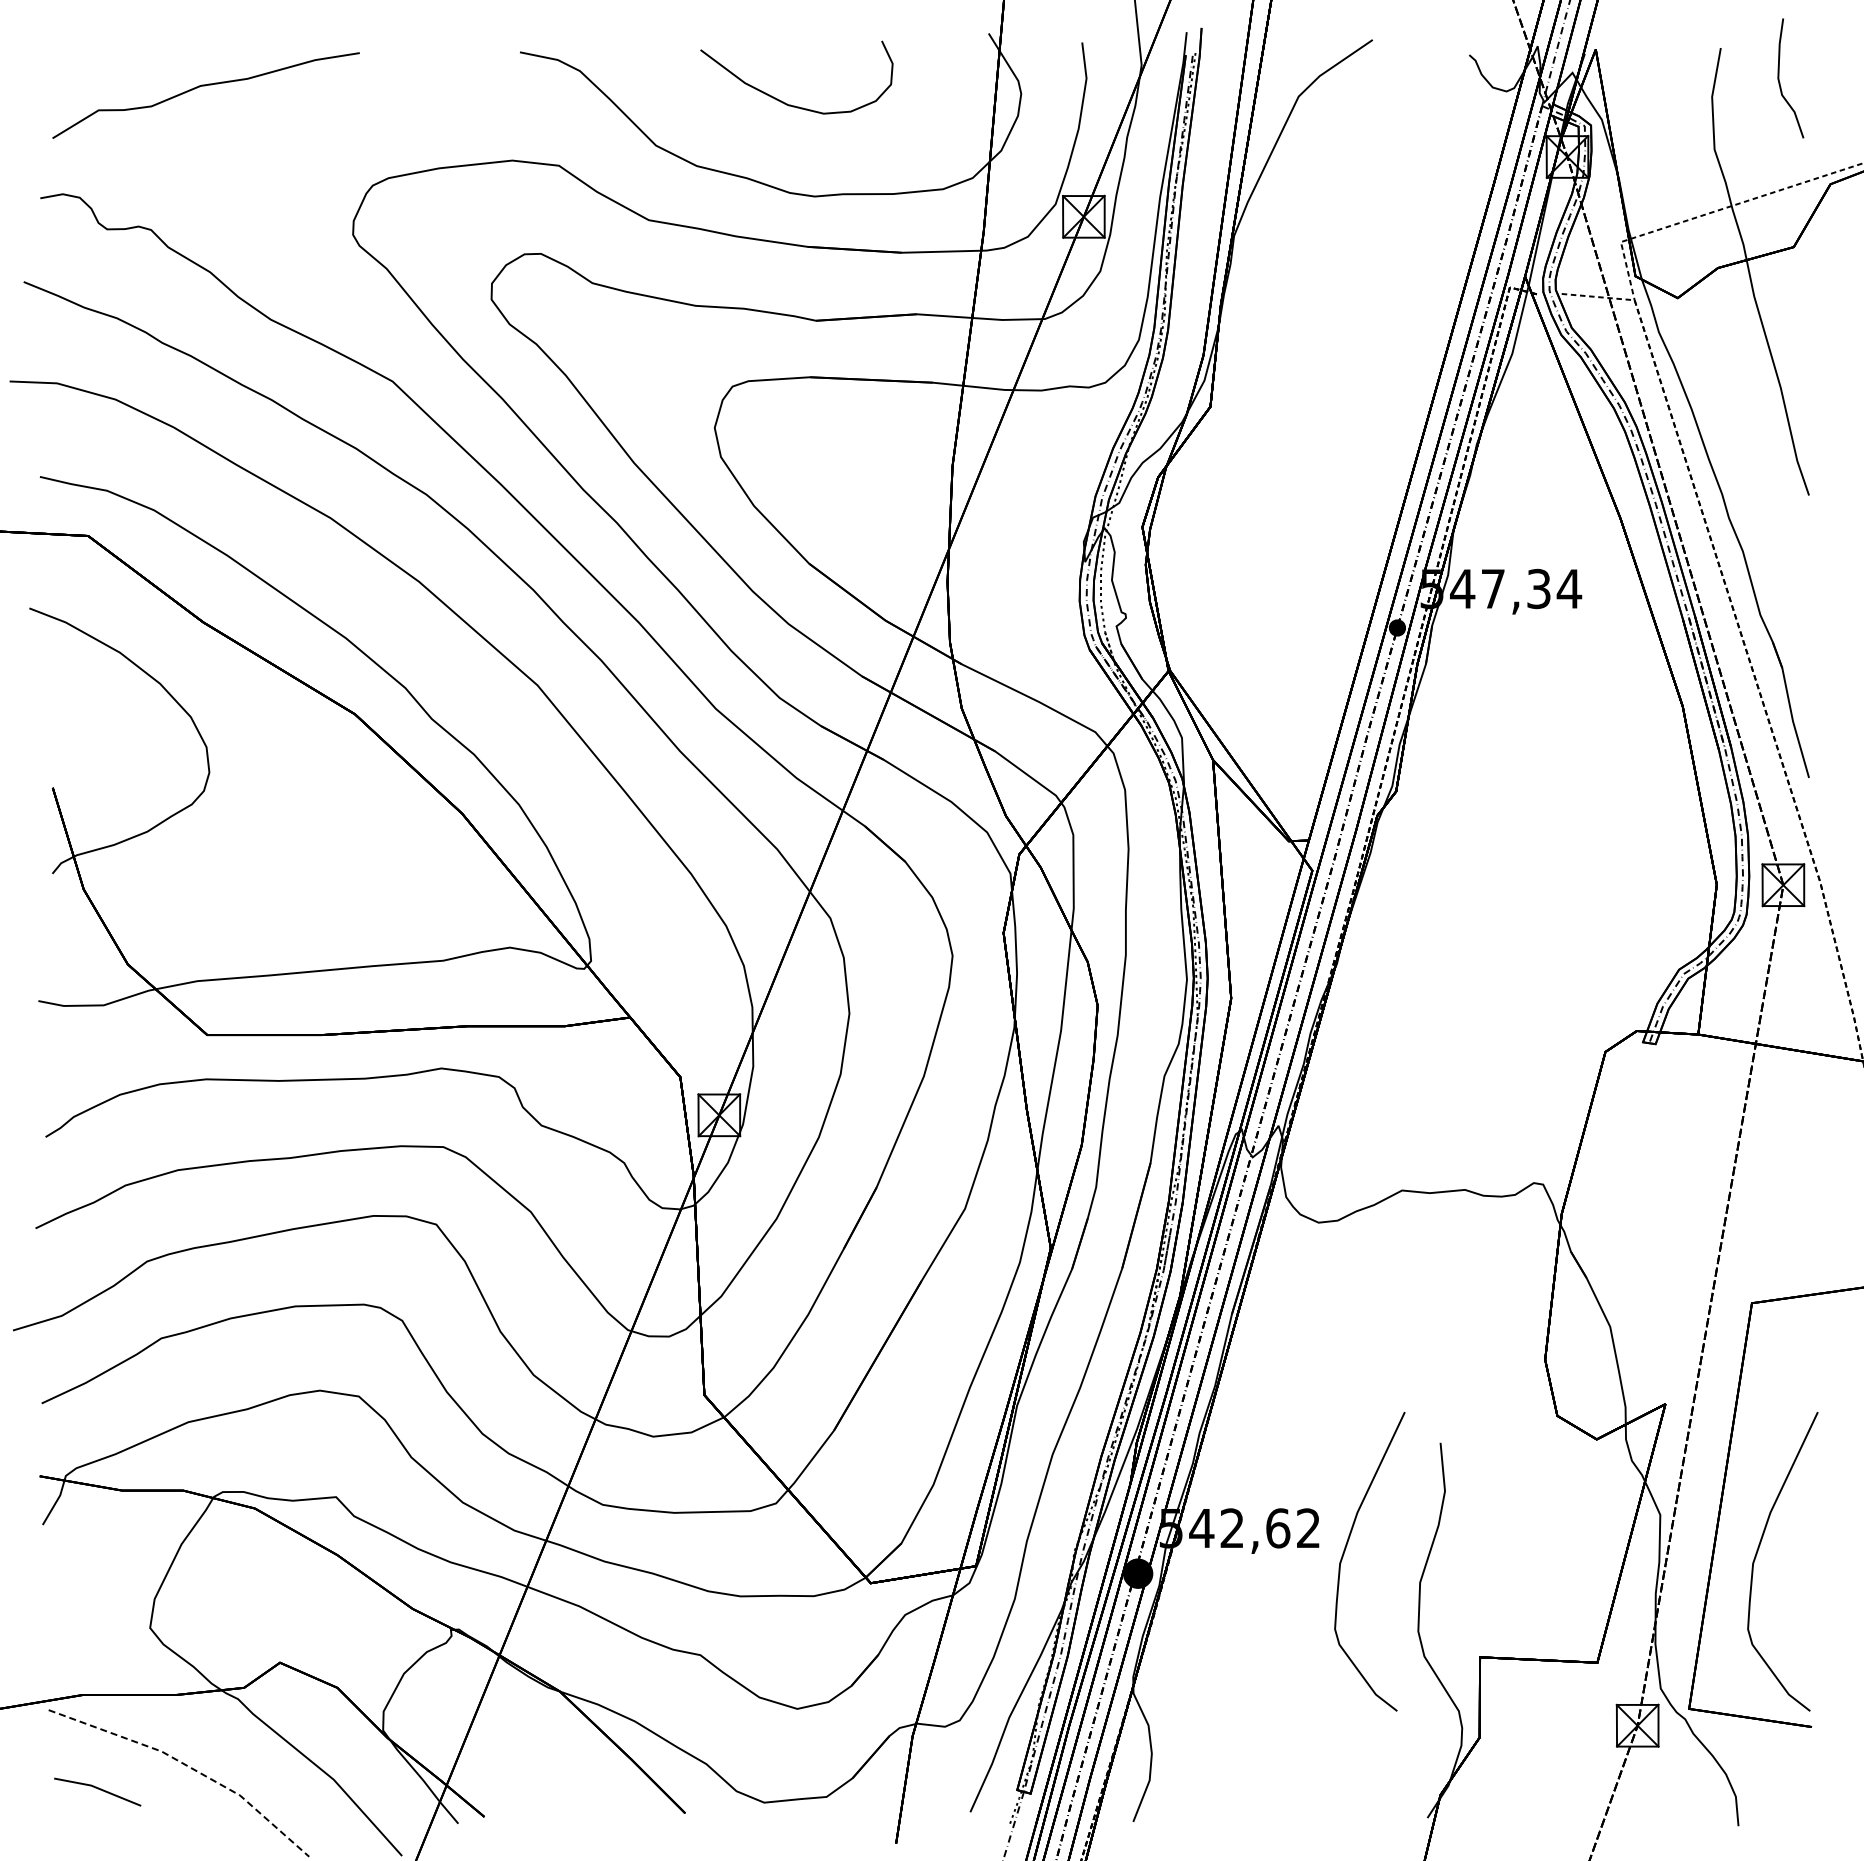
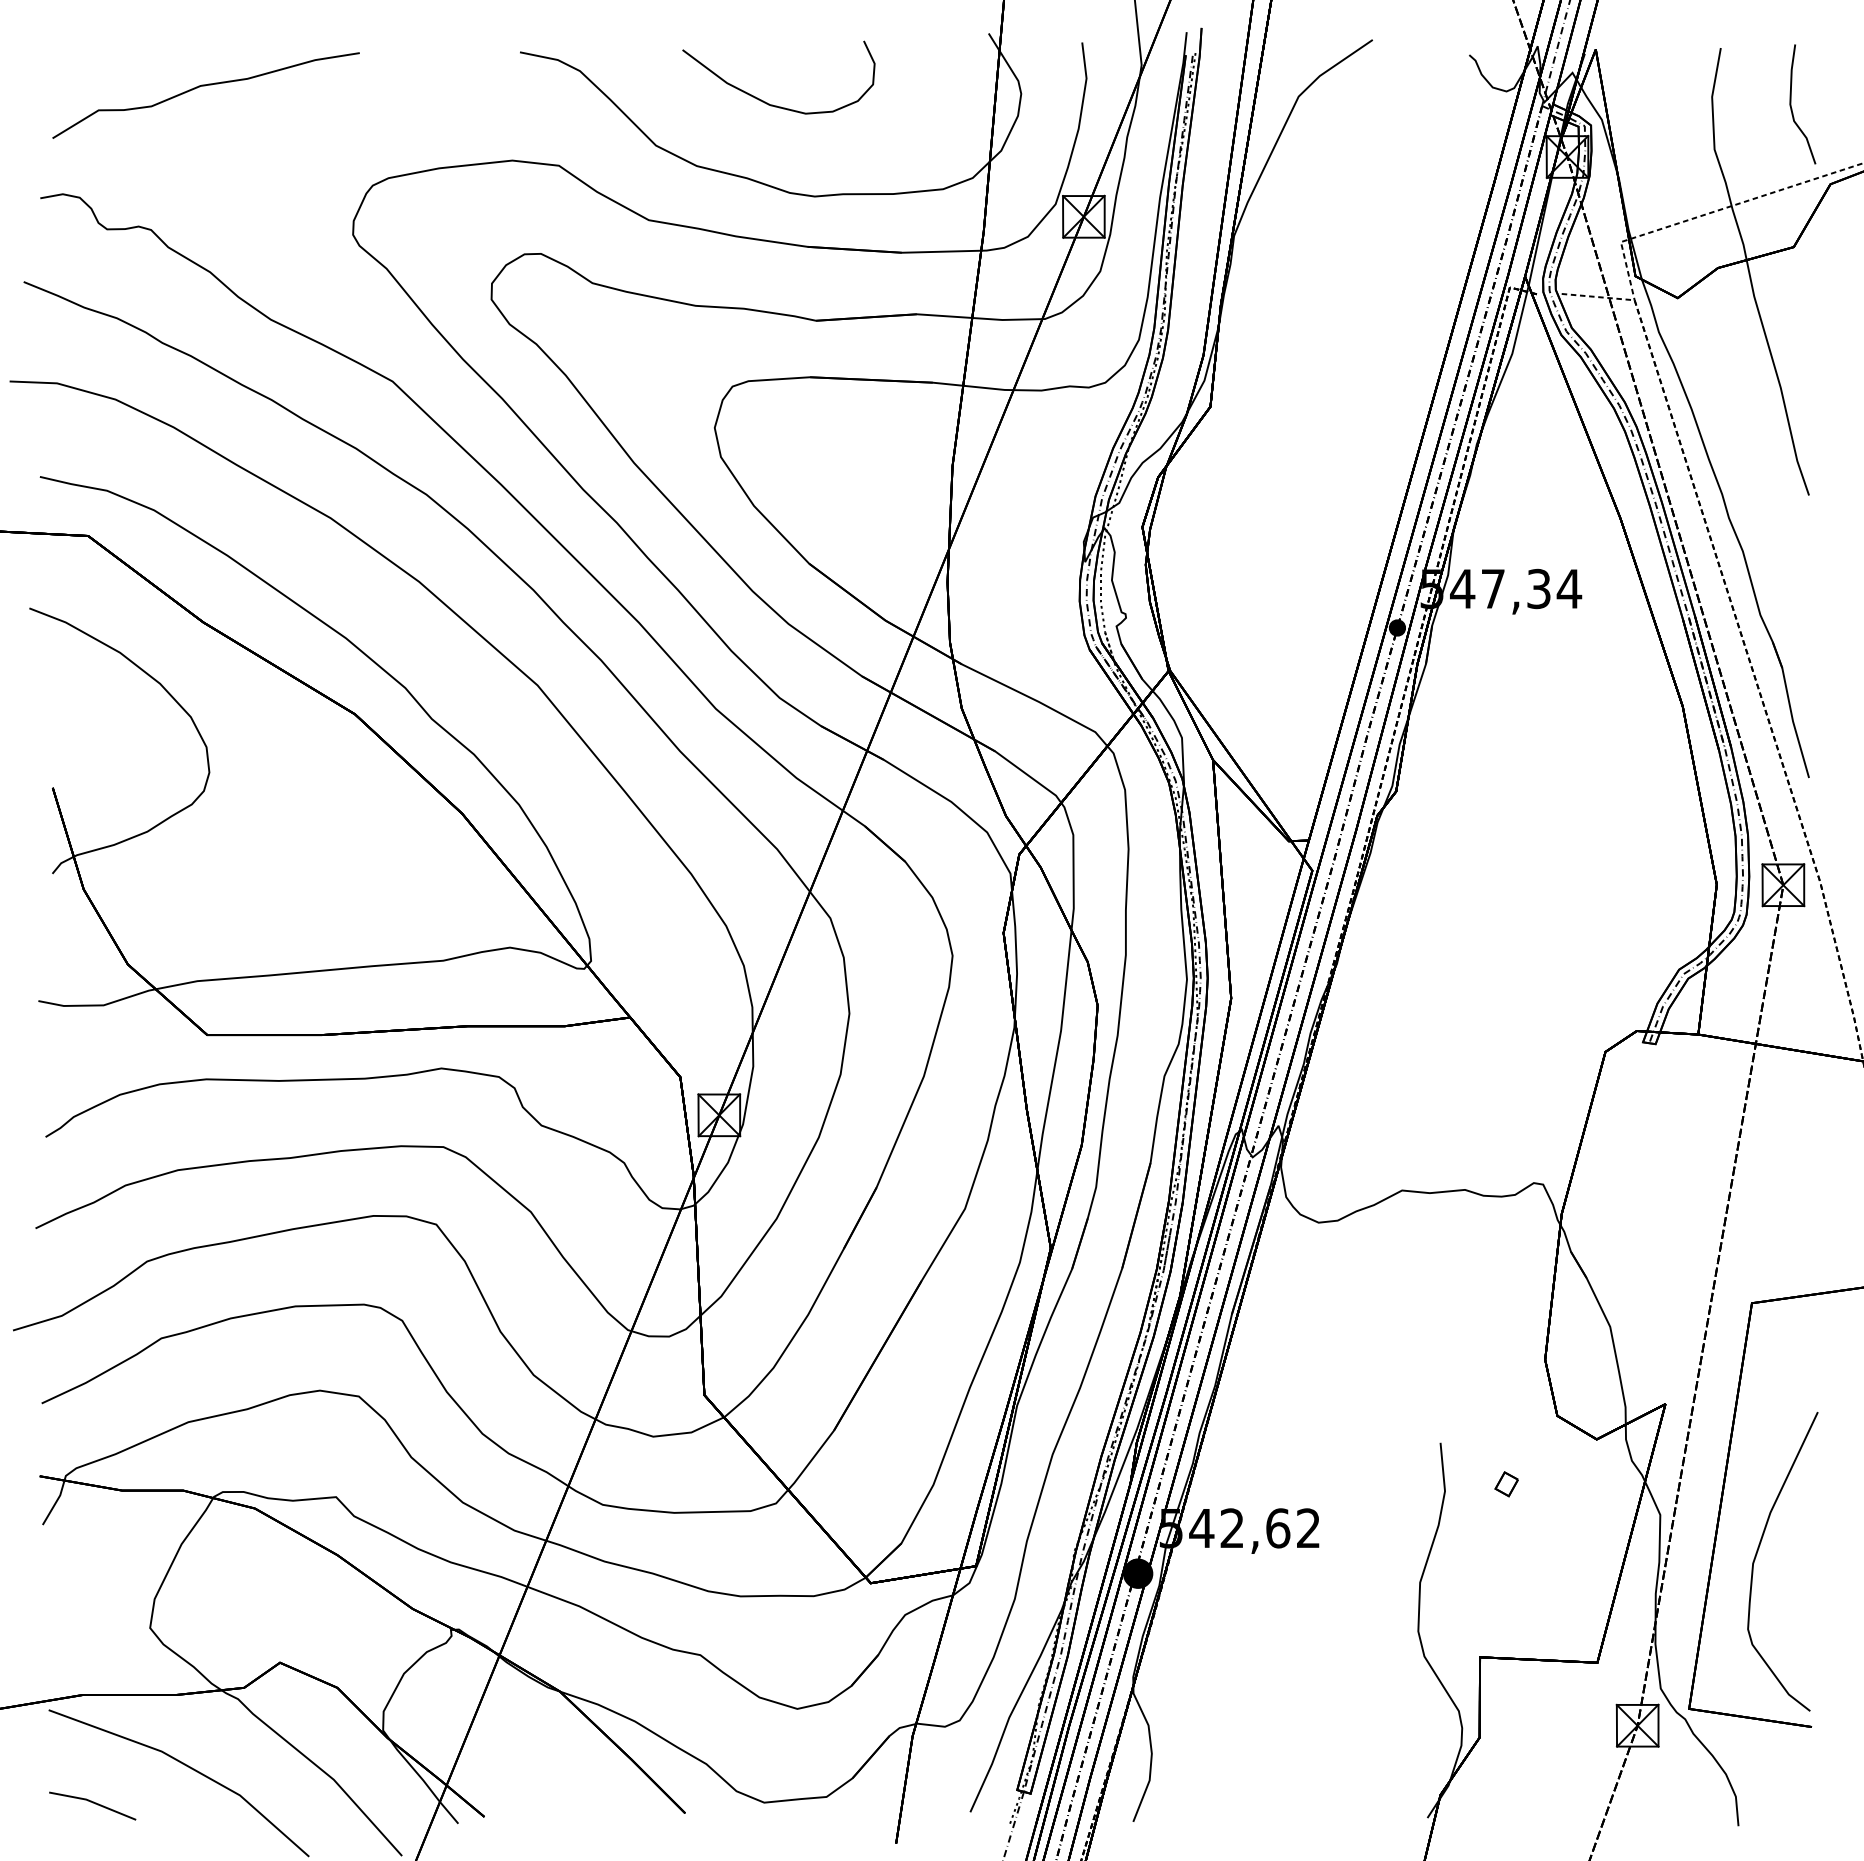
curve at (1780, 82) position: (1780, 82) -> (1792, 108)
curve at (783, 101) position: (783, 101) -> (765, 101)
part at (1506, 1484): none -> present
curve at (1344, 1554): present -> none
line at (188, 1766): dashed -> solid
line at (97, 1789) position: (97, 1789) -> (92, 1803)
